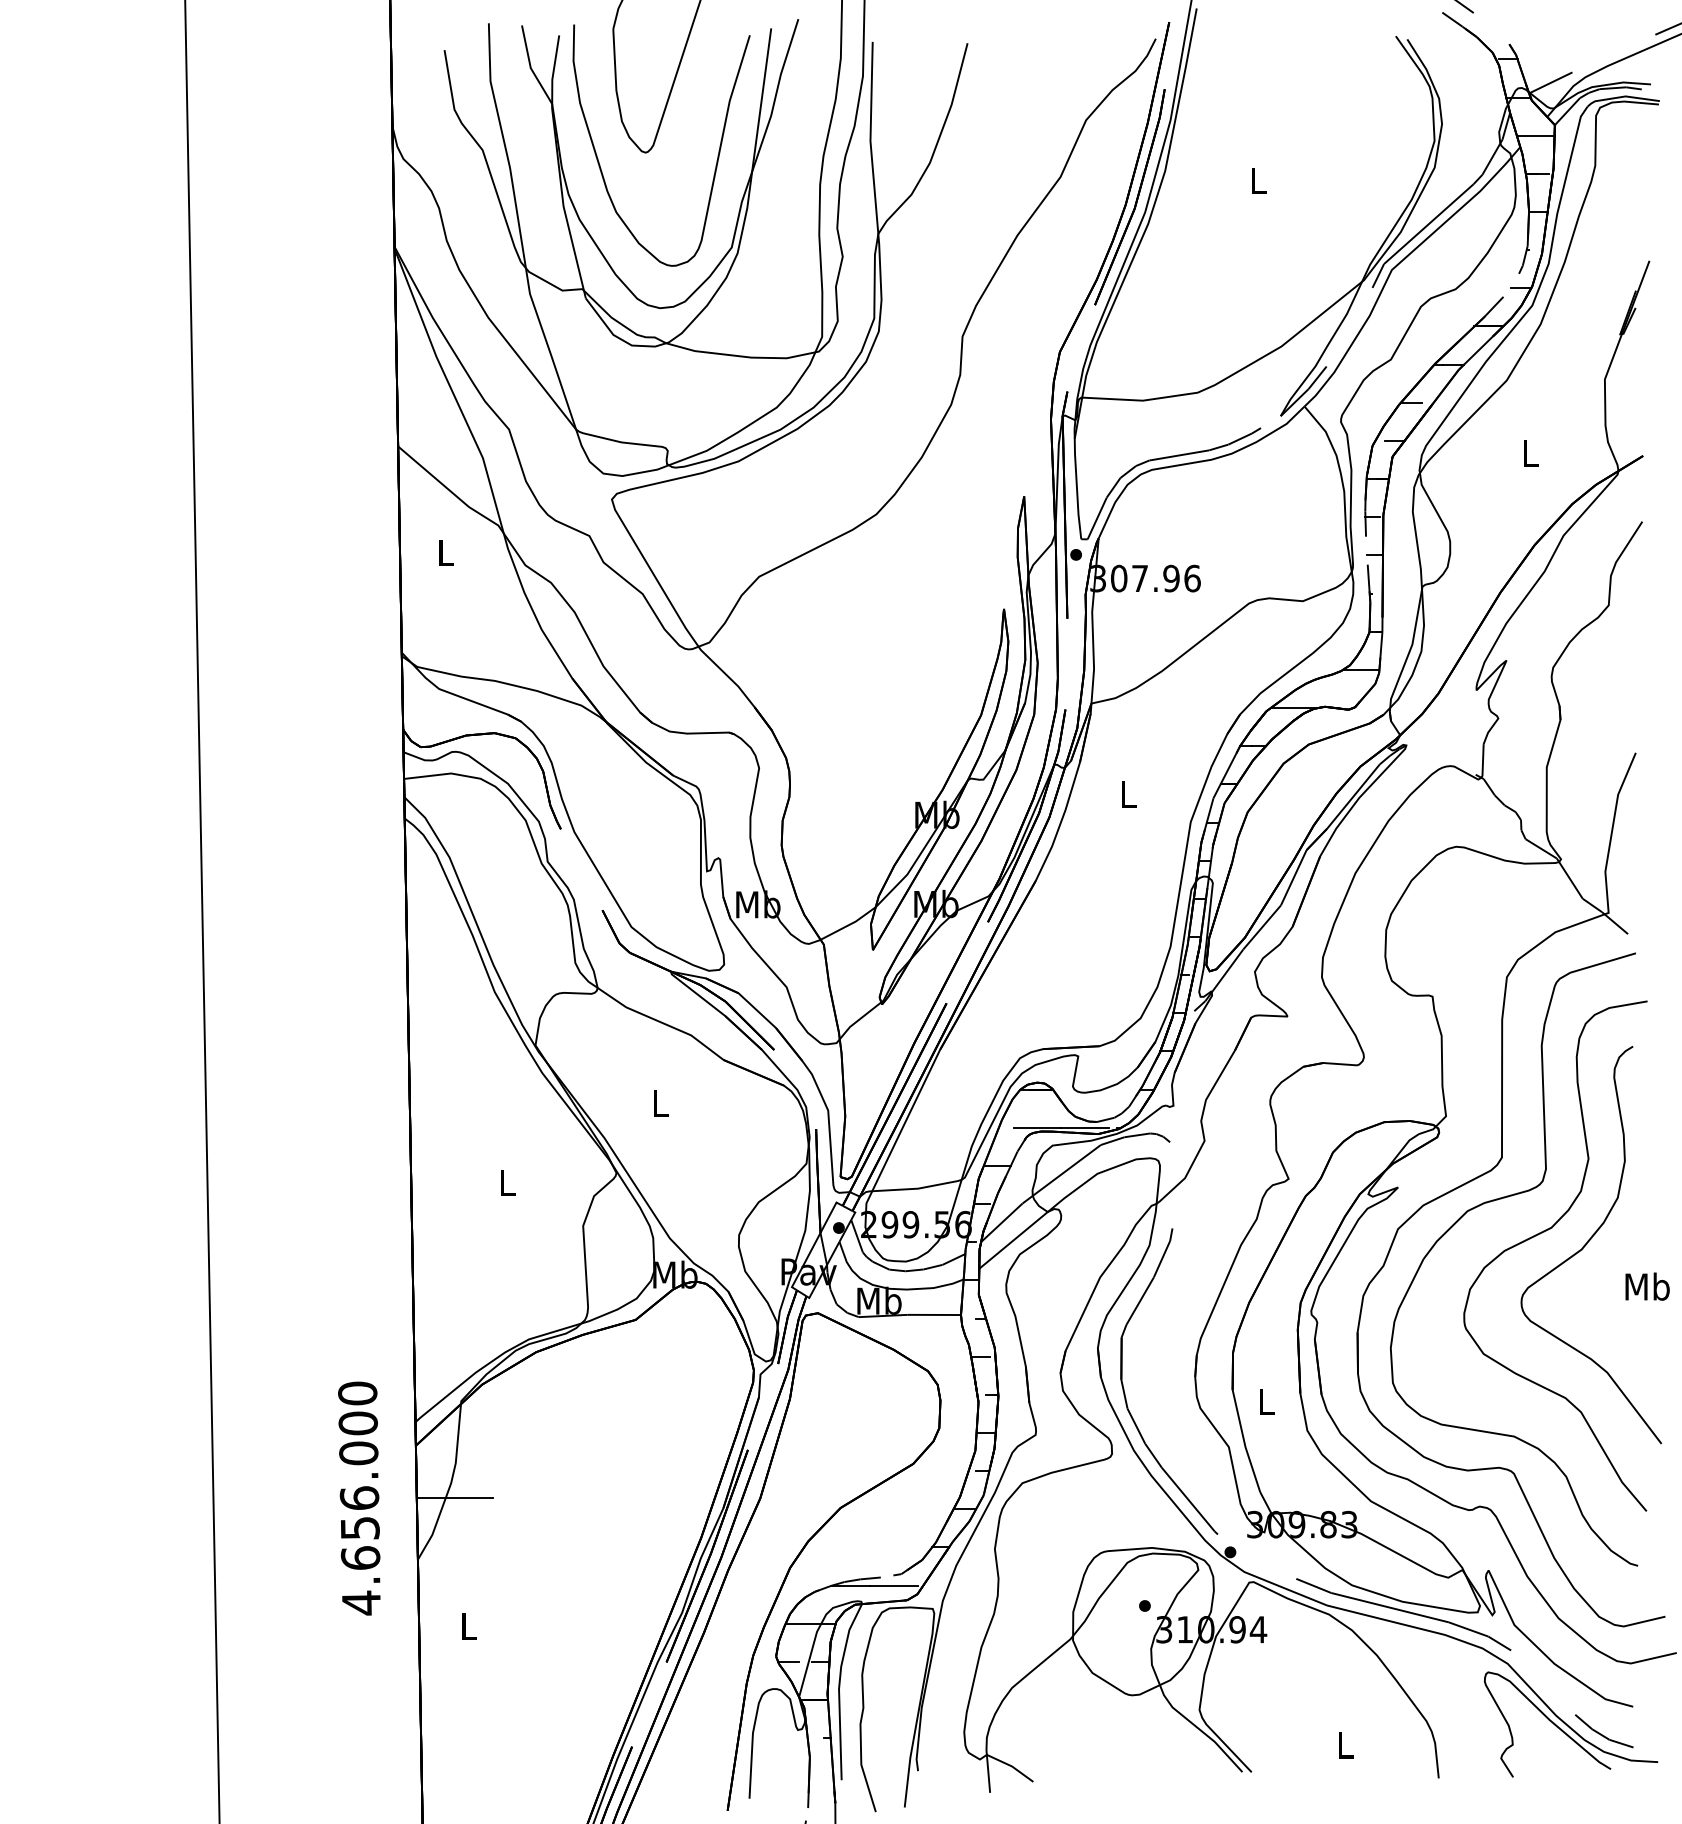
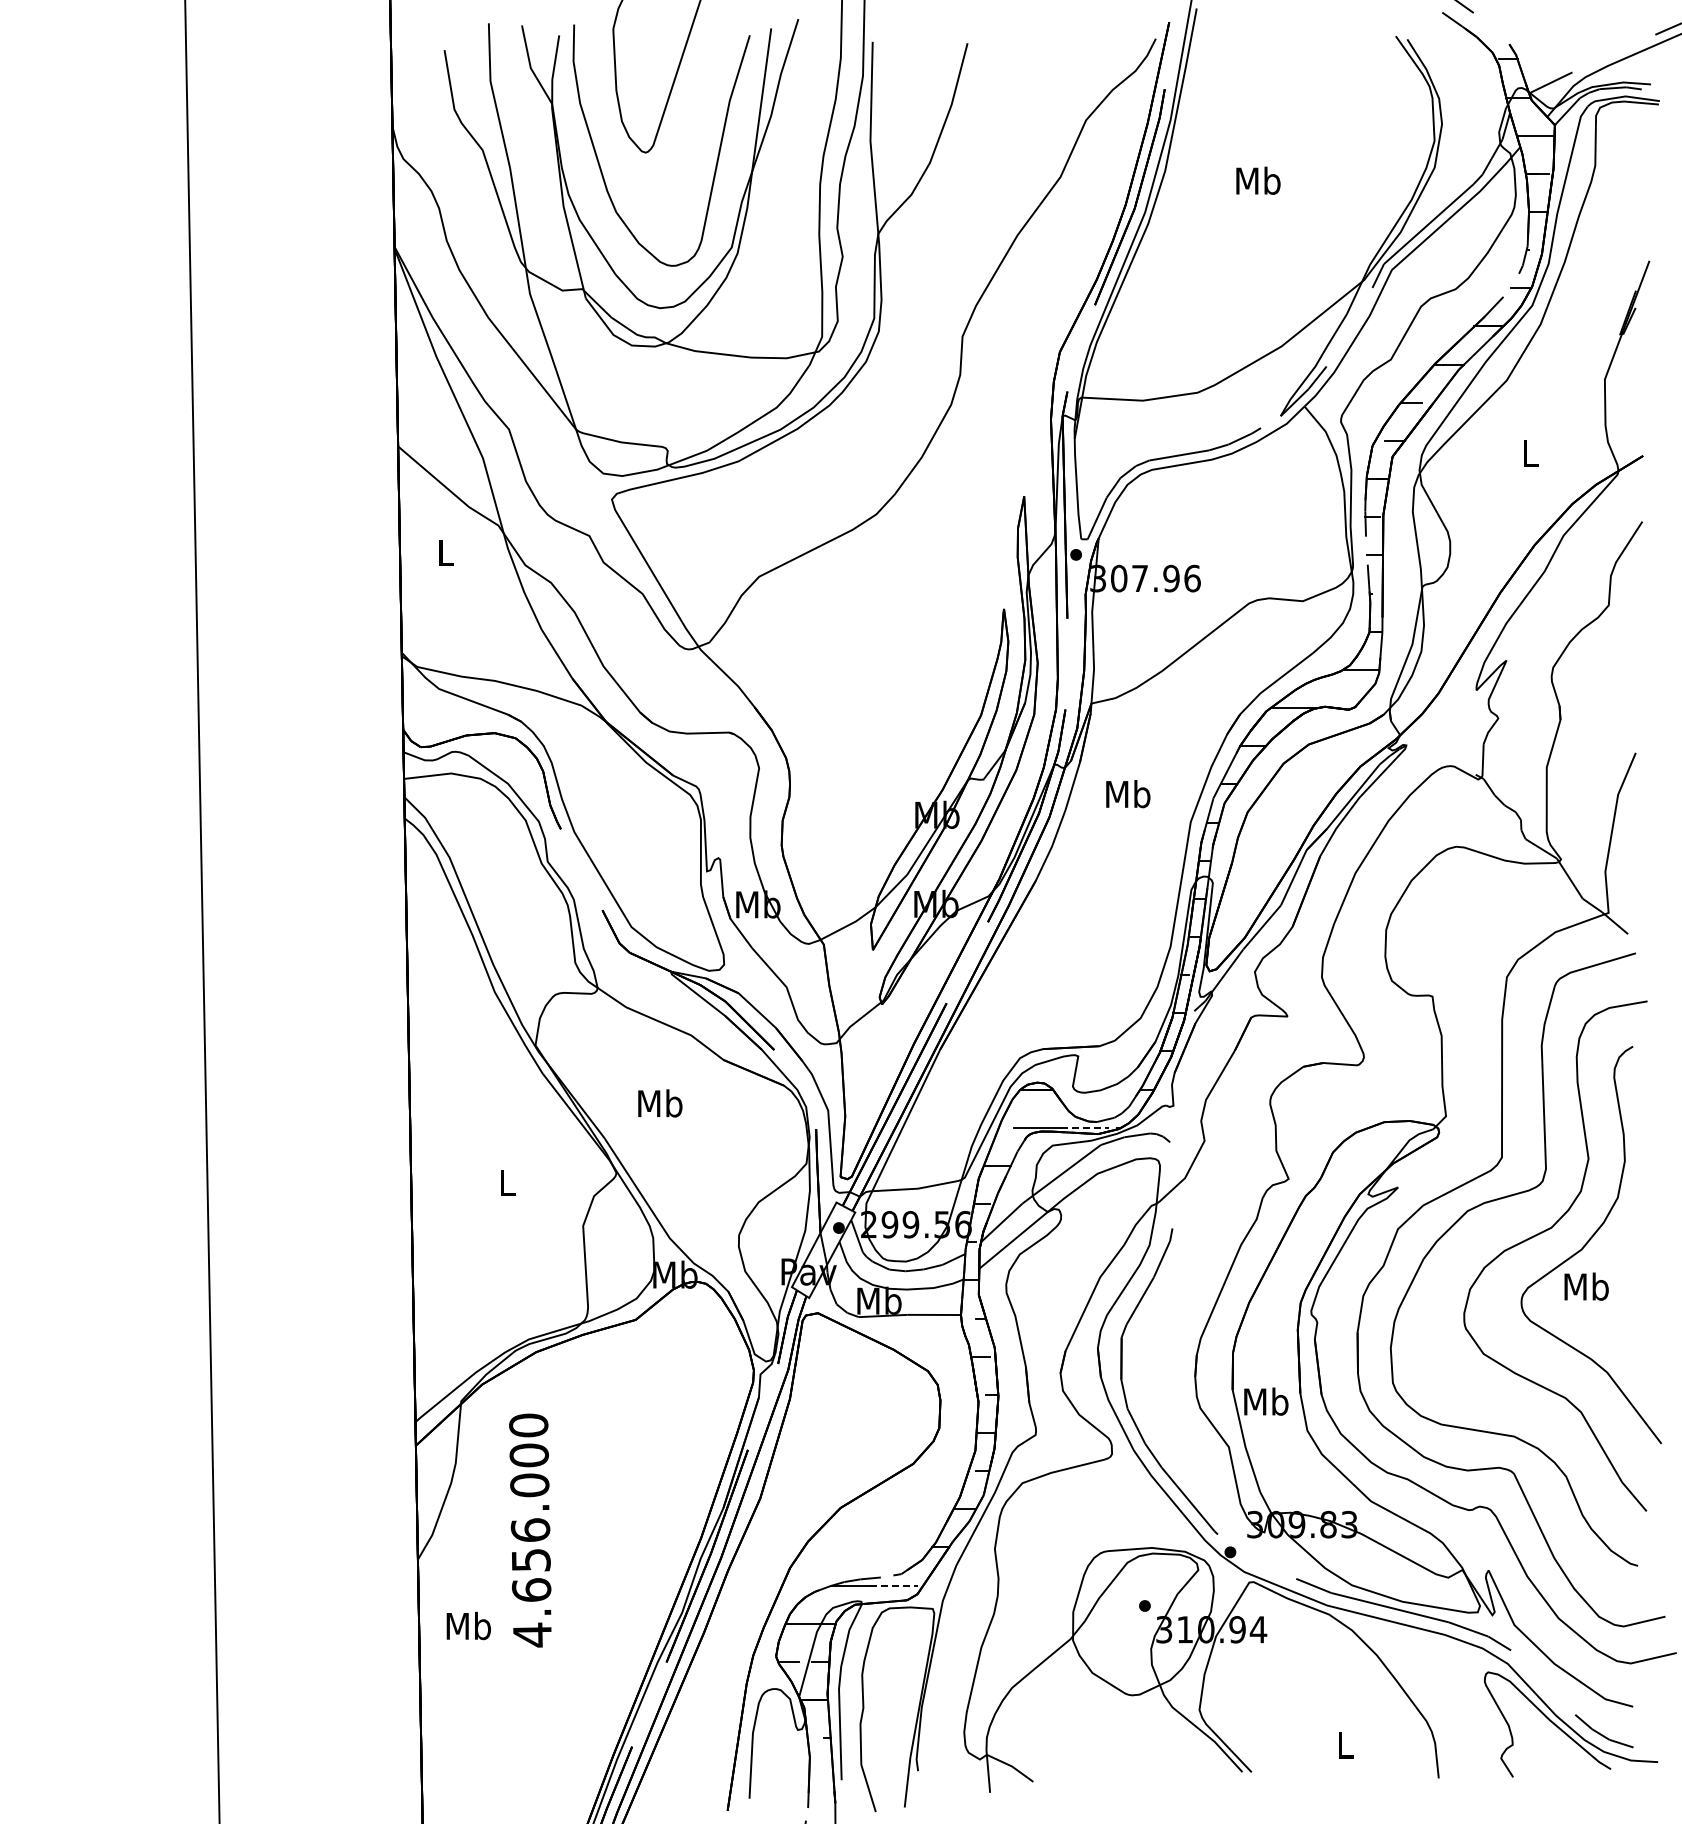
text at (1258, 180): L -> Mb
text at (1128, 794): L -> Mb
text at (660, 1103): L -> Mb
line at (1085, 1127): solid -> dashed
text at (1647, 1286) position: (1647, 1286) -> (1586, 1286)
text at (1266, 1401): L -> Mb
line at (454, 1497): present -> none
text at (359, 1498) position: (359, 1498) -> (530, 1530)
line at (894, 1585): solid -> dashed
text at (468, 1625): L -> Mb
